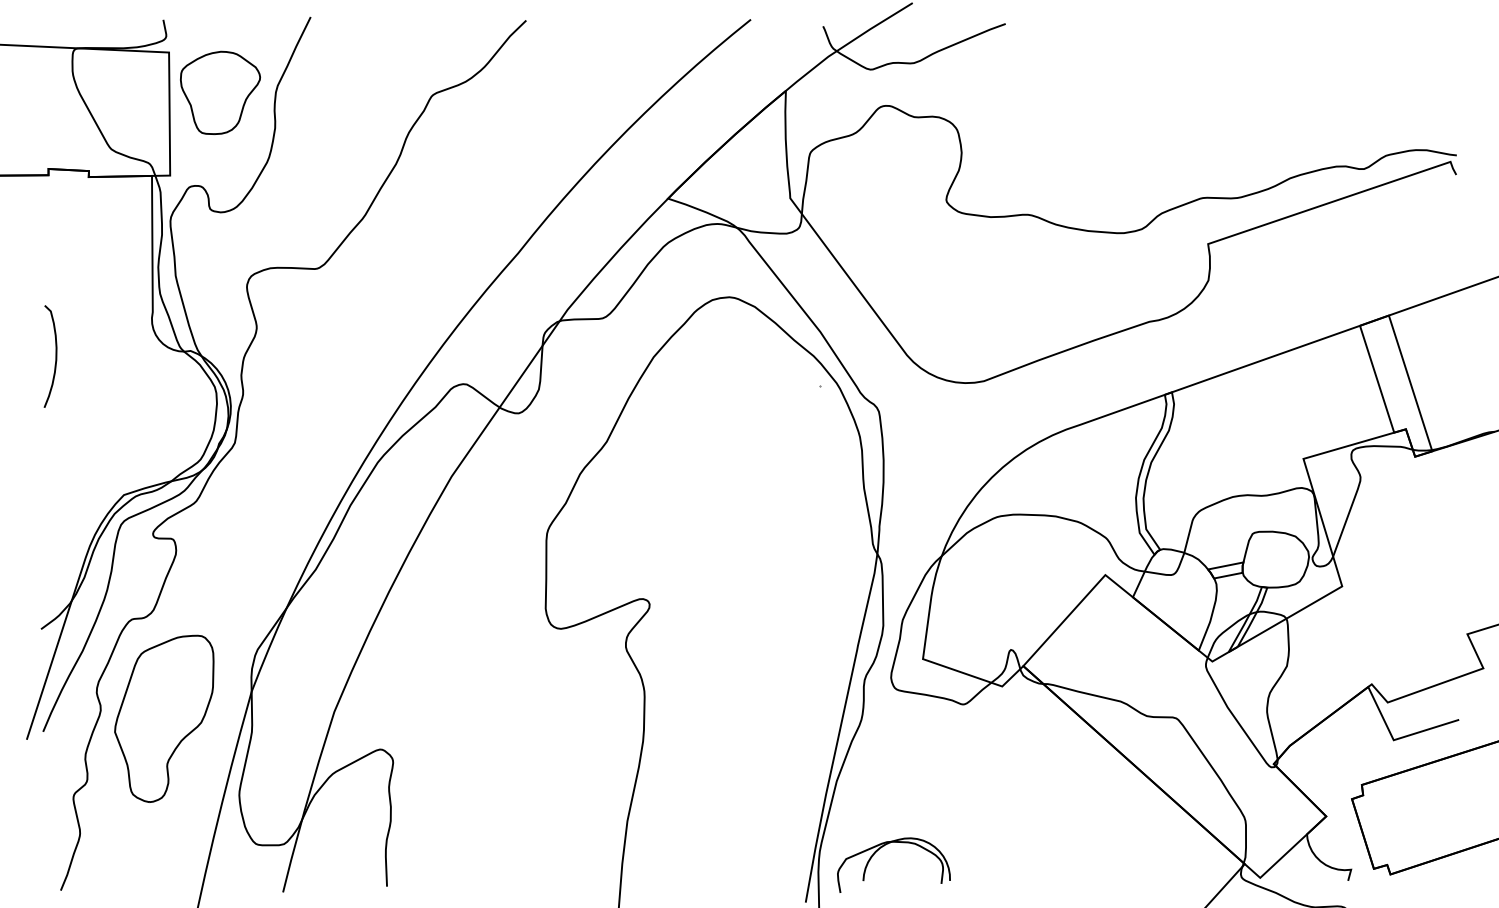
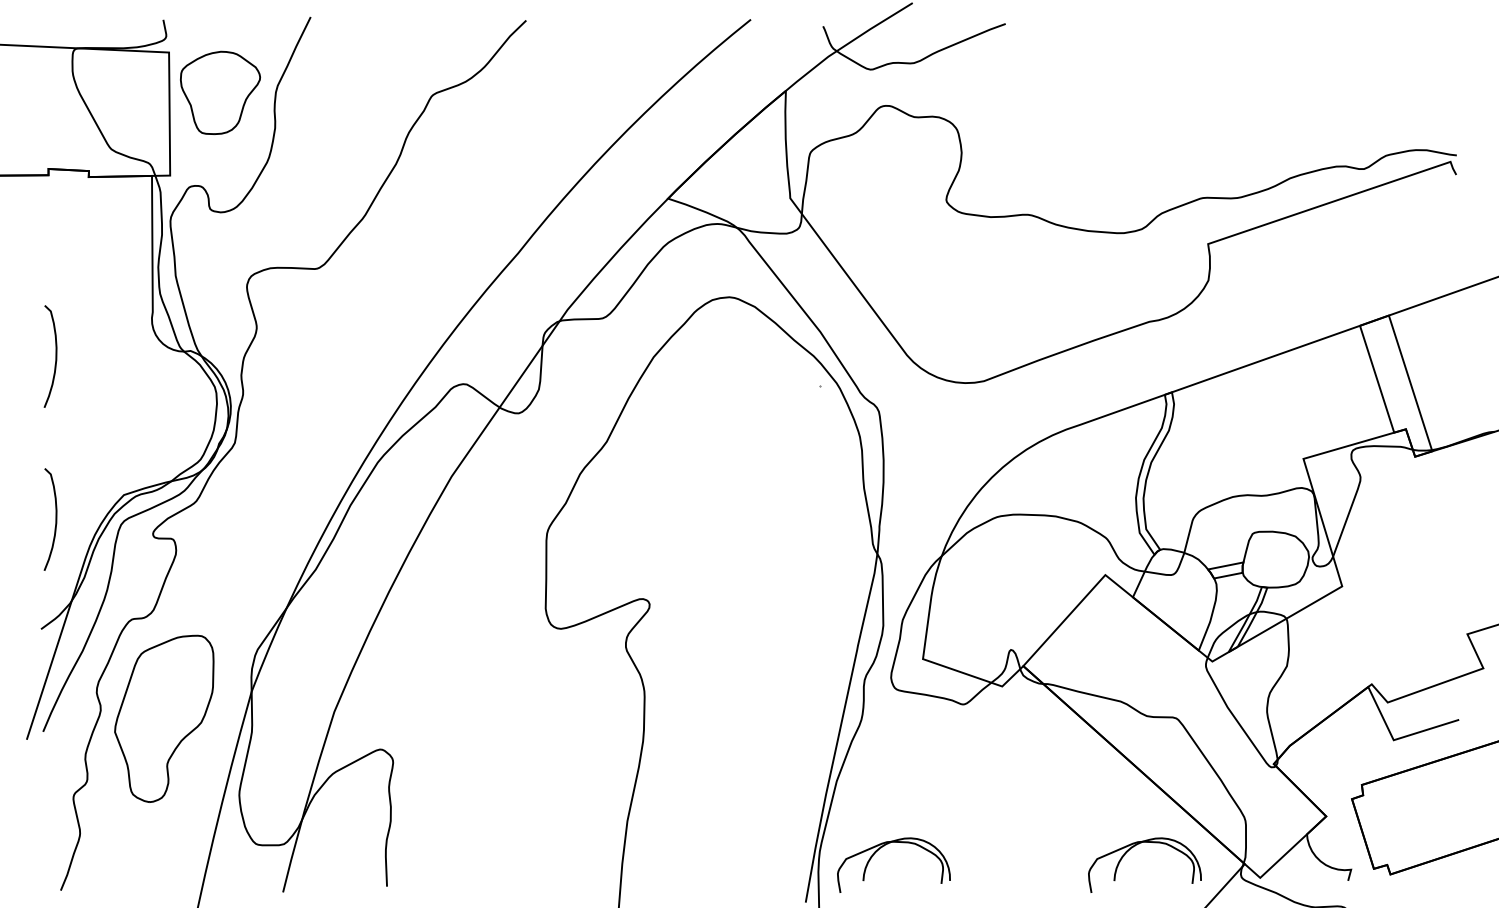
curve at (55, 519): none -> present
part at (1132, 848): none -> present
